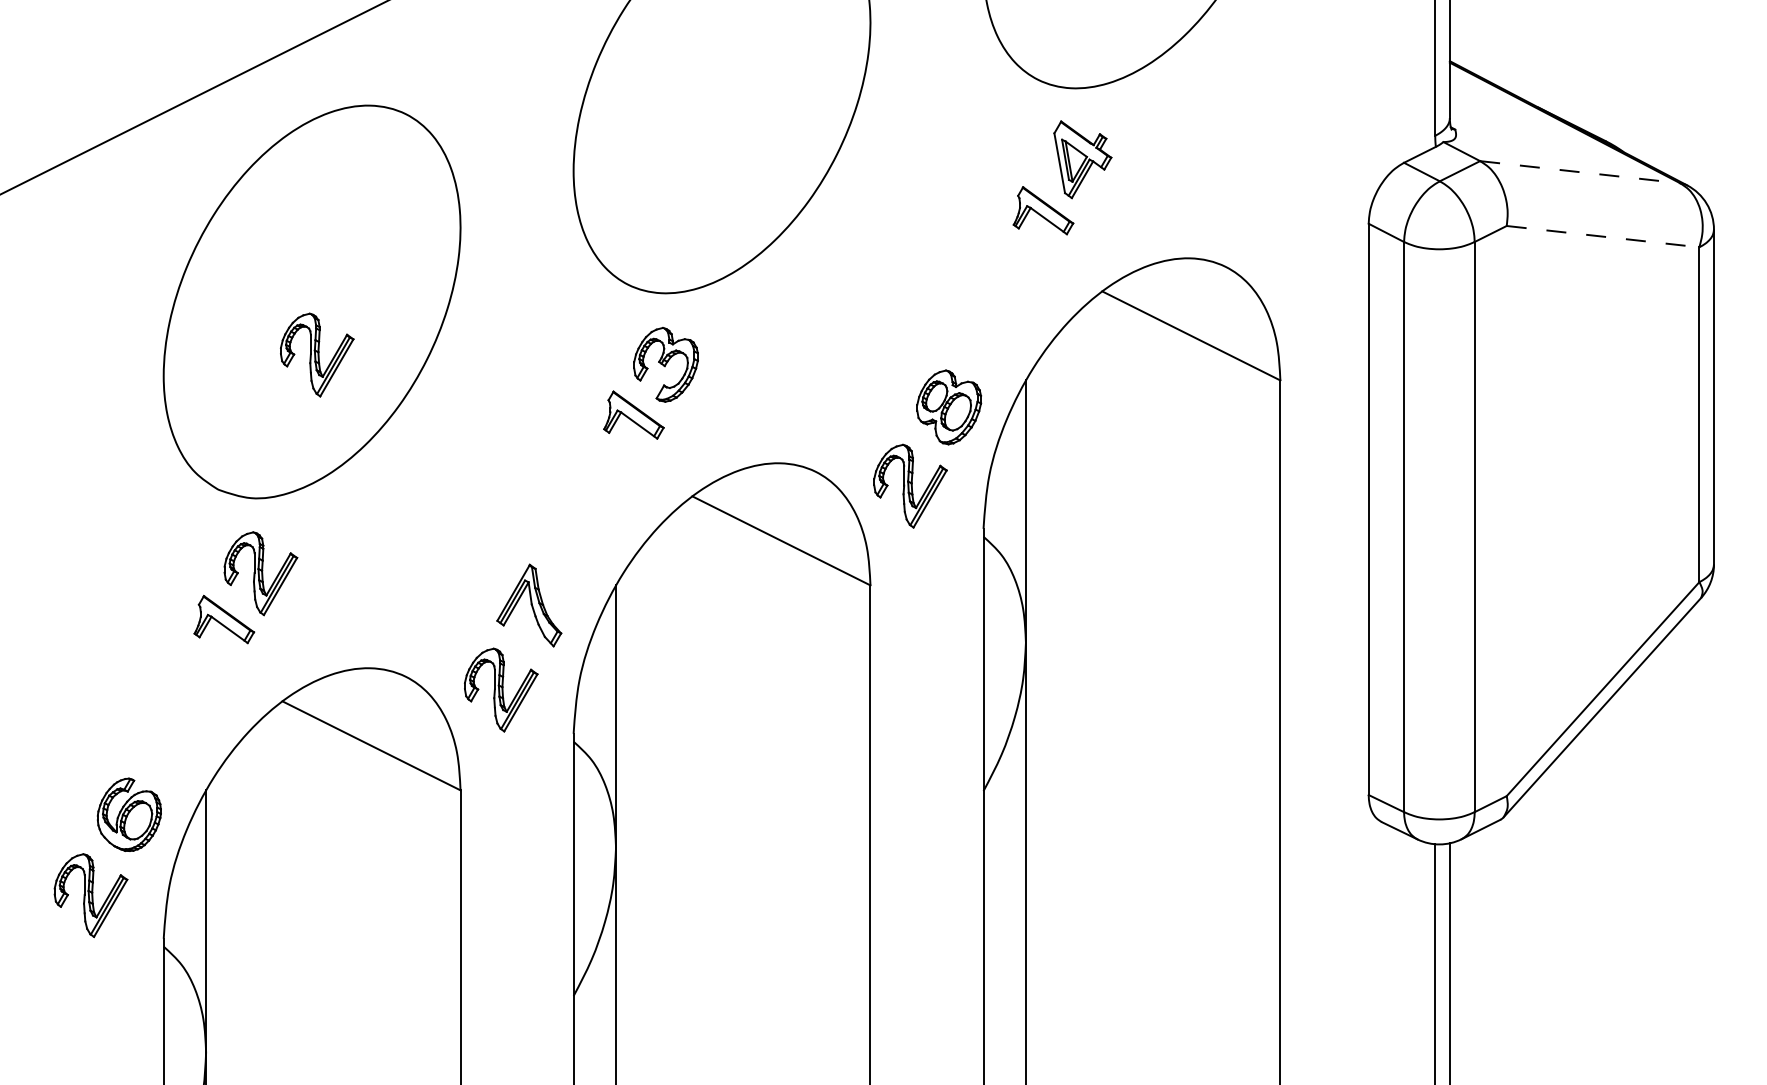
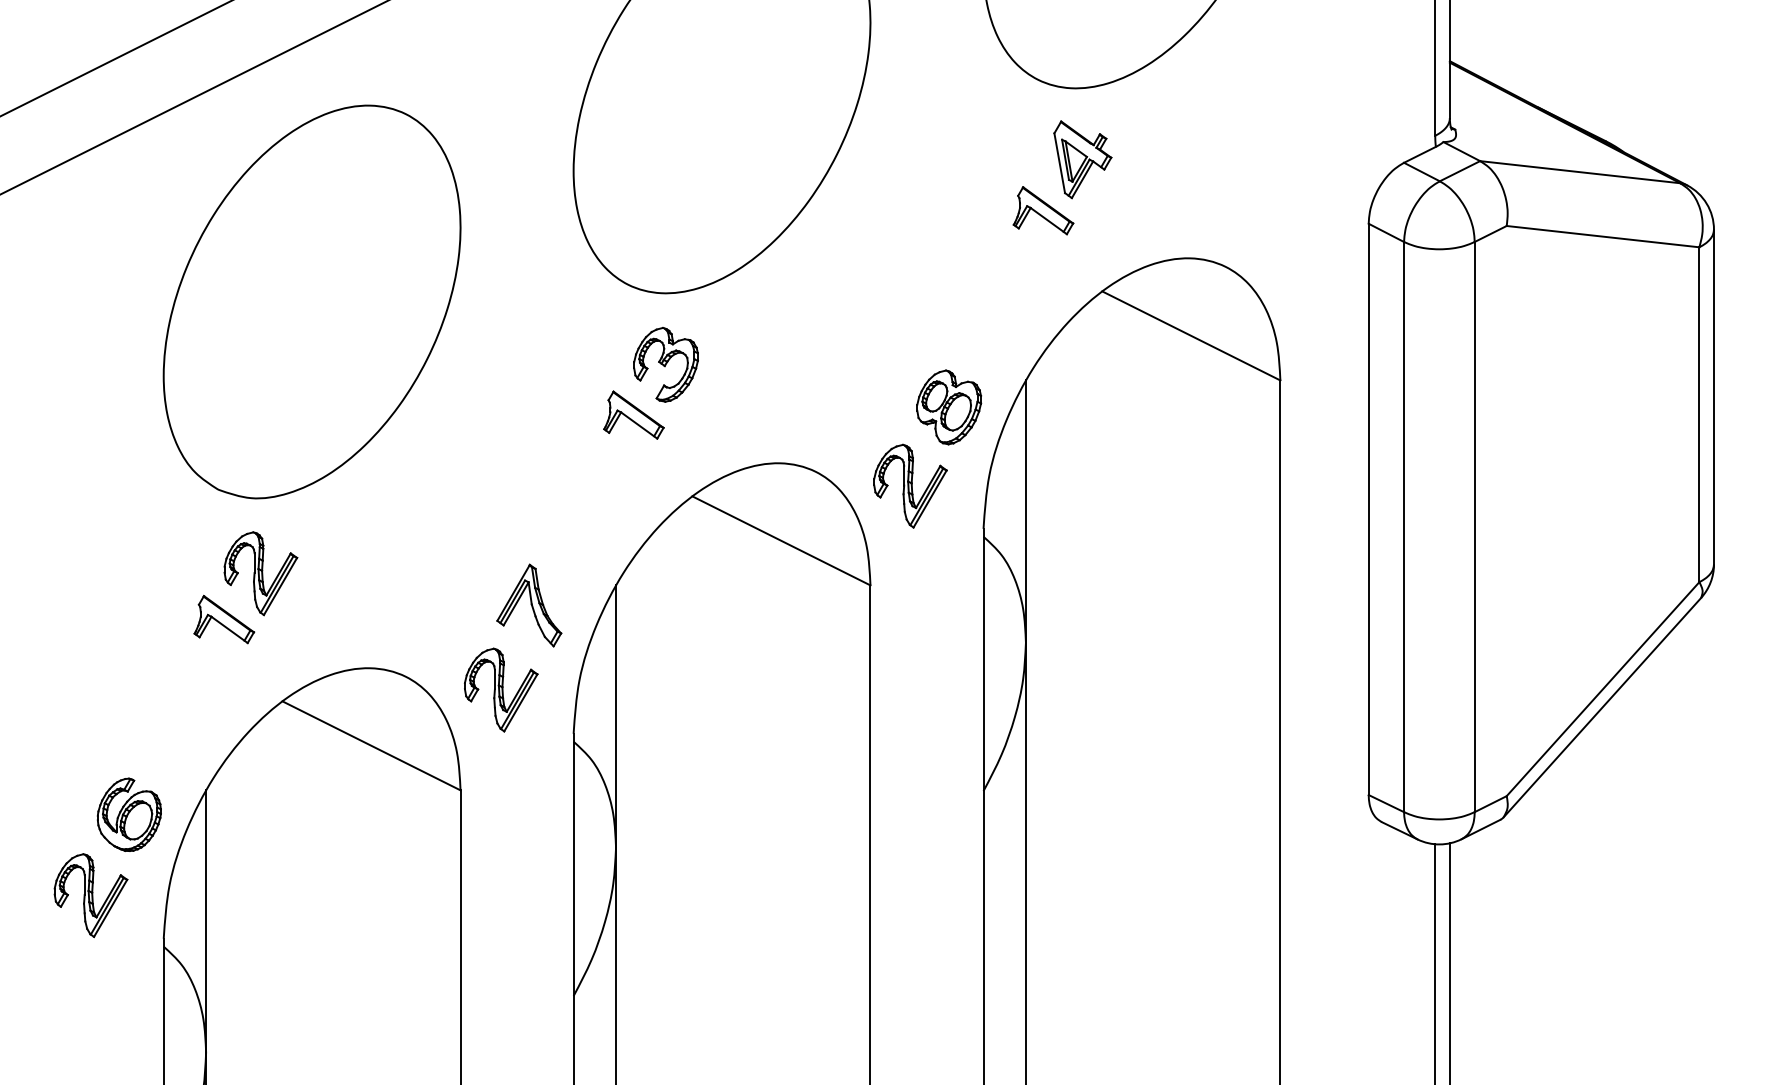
line at (115, 58): none -> present
line at (1580, 172): dashed -> solid
line at (1603, 236): dashed -> solid
part at (317, 354): present -> none
